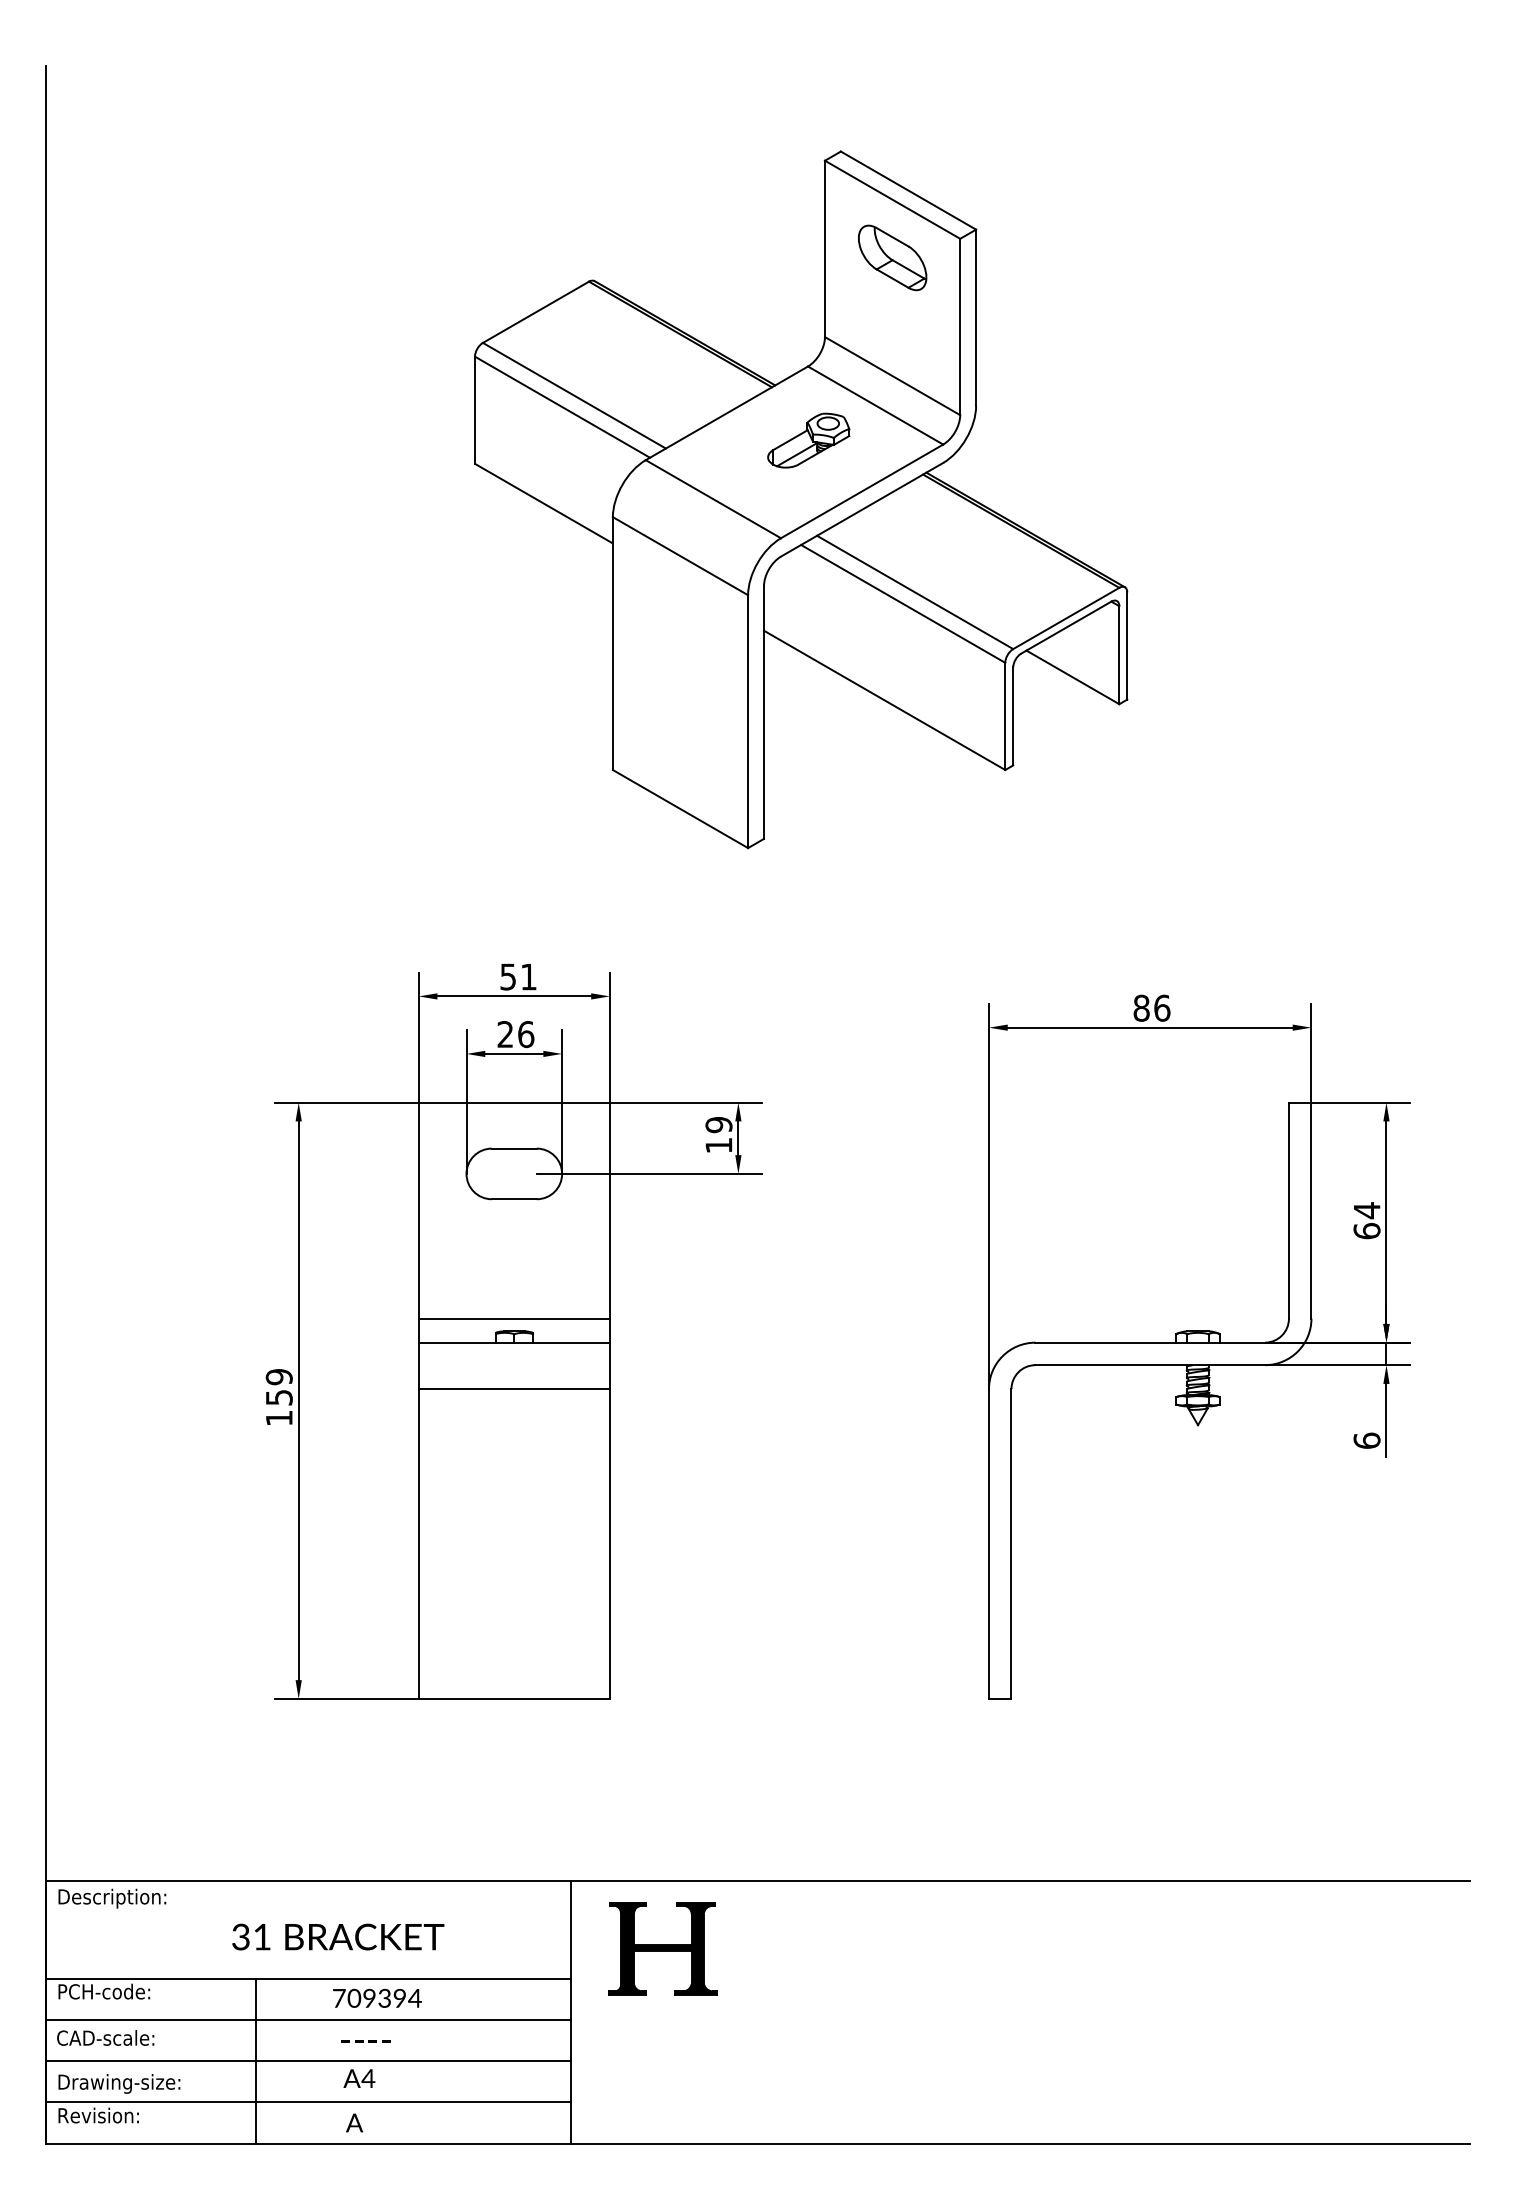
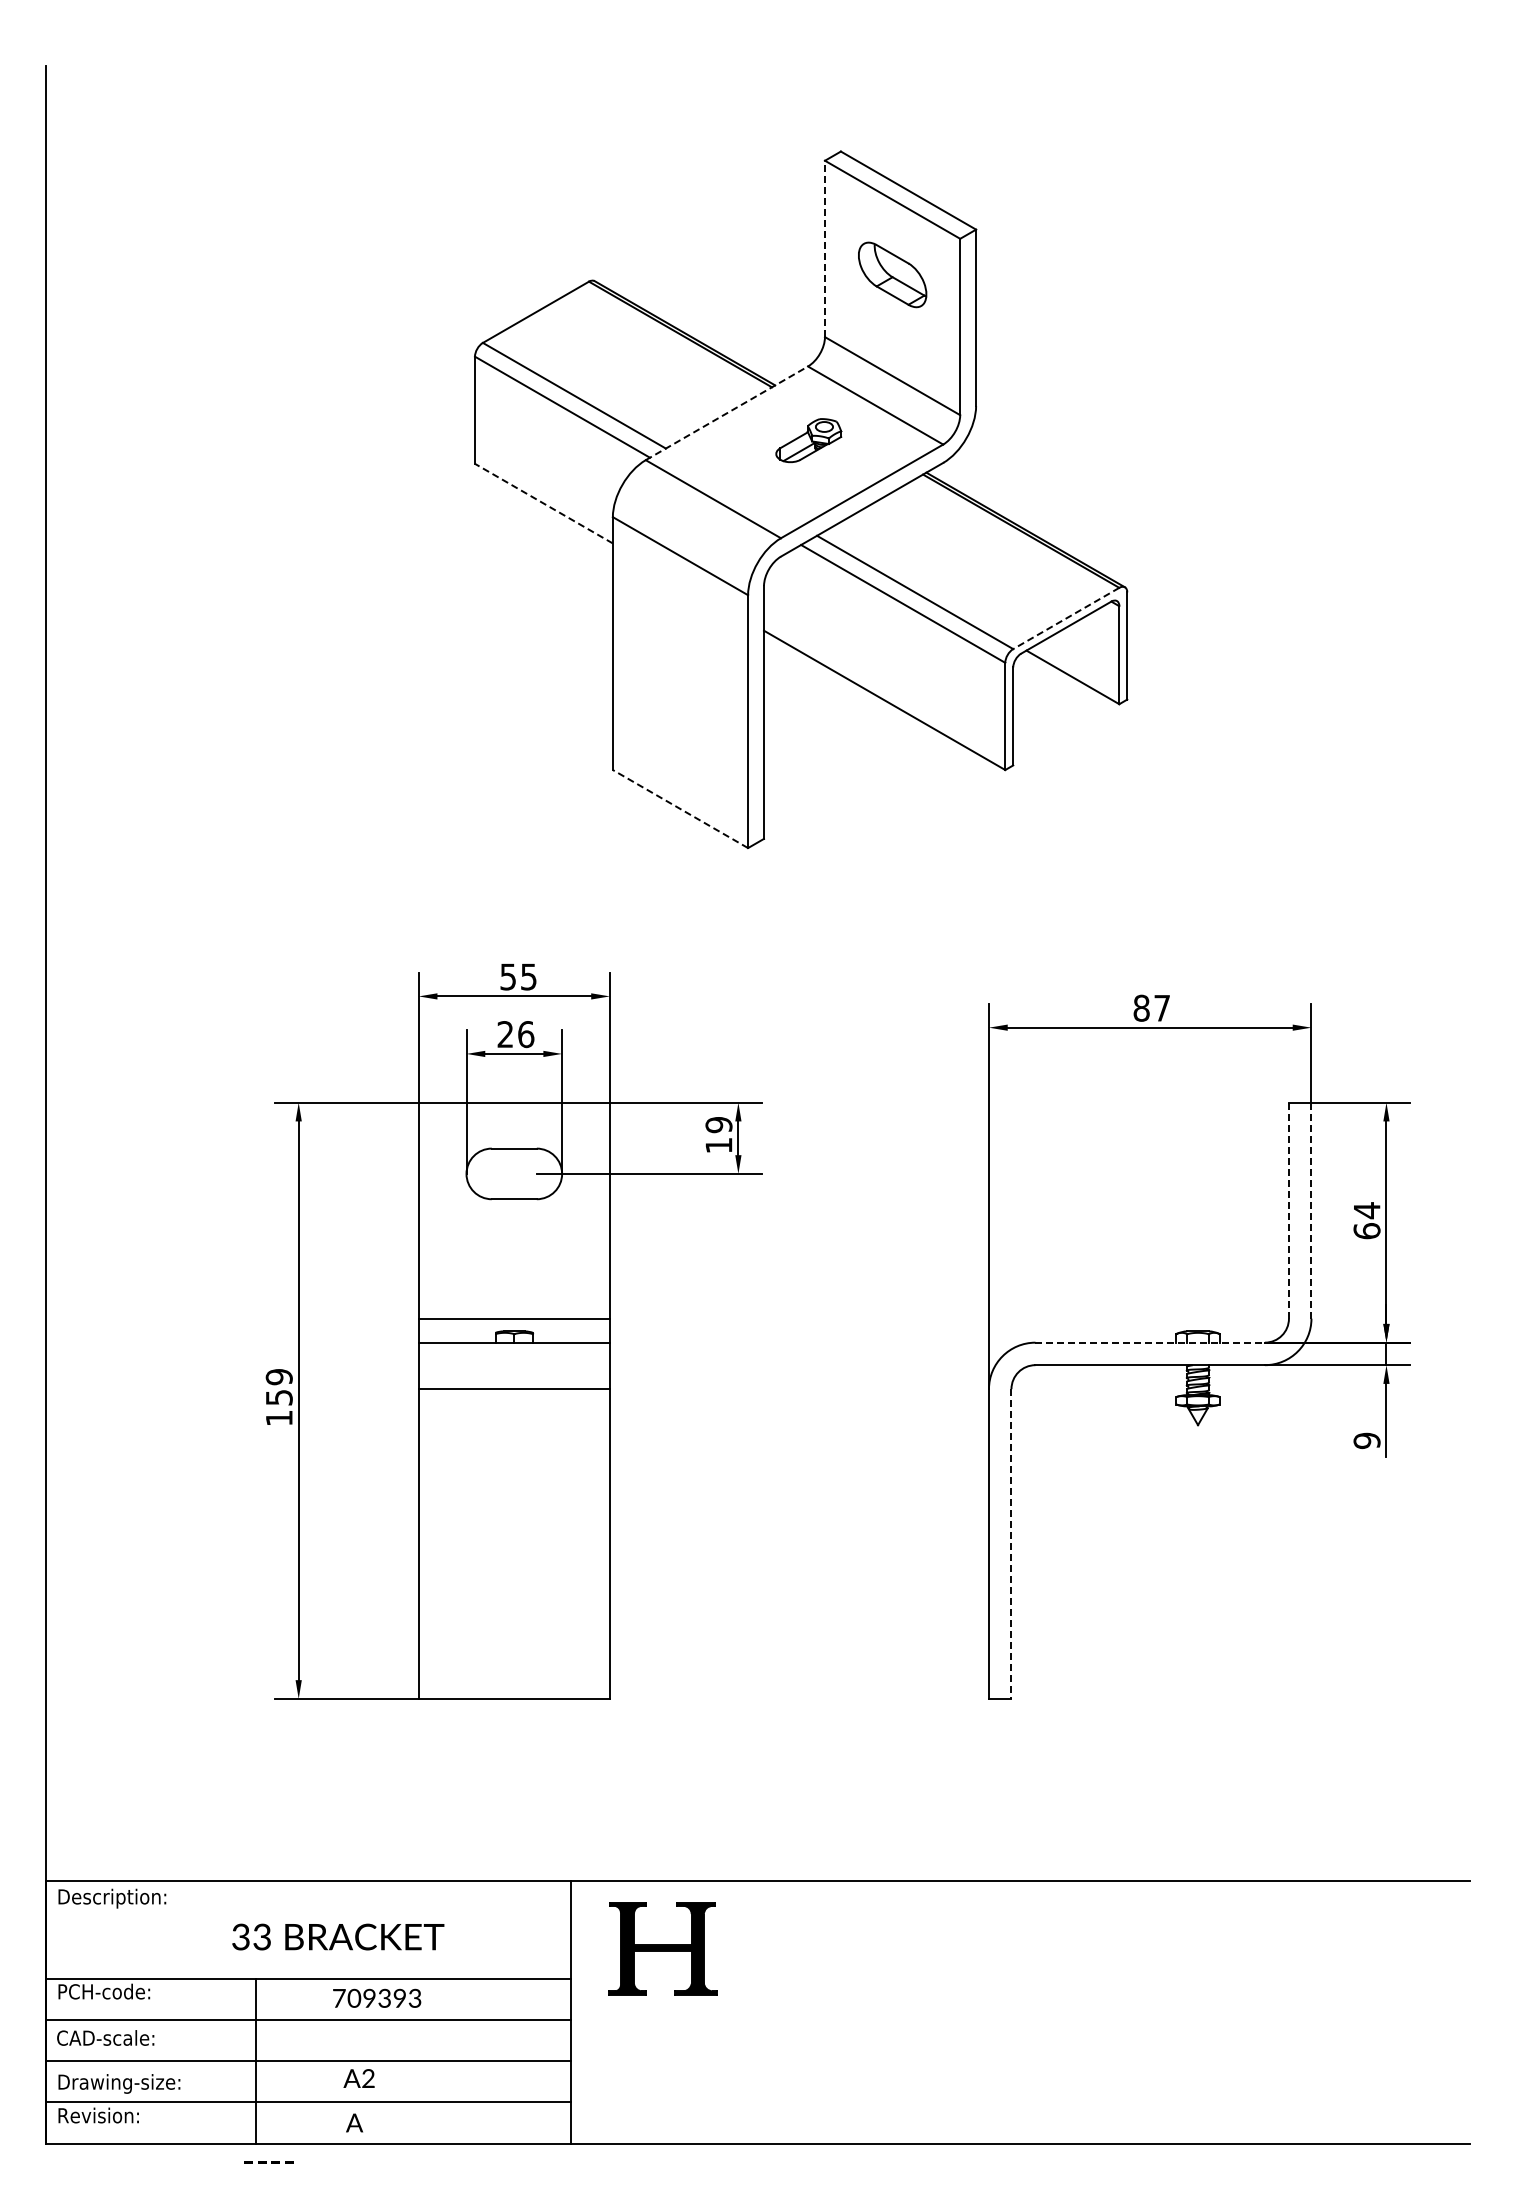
line at (825, 248): solid -> dashed
part at (892, 257) position: (892, 257) -> (892, 274)
line at (726, 413): solid -> dashed
part at (808, 440) size: 84x57 px -> 68x46 px
line at (543, 503): solid -> dashed
line at (1065, 618): solid -> dashed
line at (680, 808): solid -> dashed
text at (528, 976): 51 -> 55
text at (1162, 1007): 86 -> 87
line at (1288, 1210): solid -> dashed
line at (1311, 1210): solid -> dashed
line at (1150, 1342): solid -> dashed
text at (1366, 1440): 6 -> 9
line at (1011, 1544): solid -> dashed
text at (261, 1936): 31 -> 33
text at (414, 1997): 709394 -> 709393
text at (365, 2041) position: (365, 2041) -> (268, 2162)
text at (368, 2078): A4 -> A2
